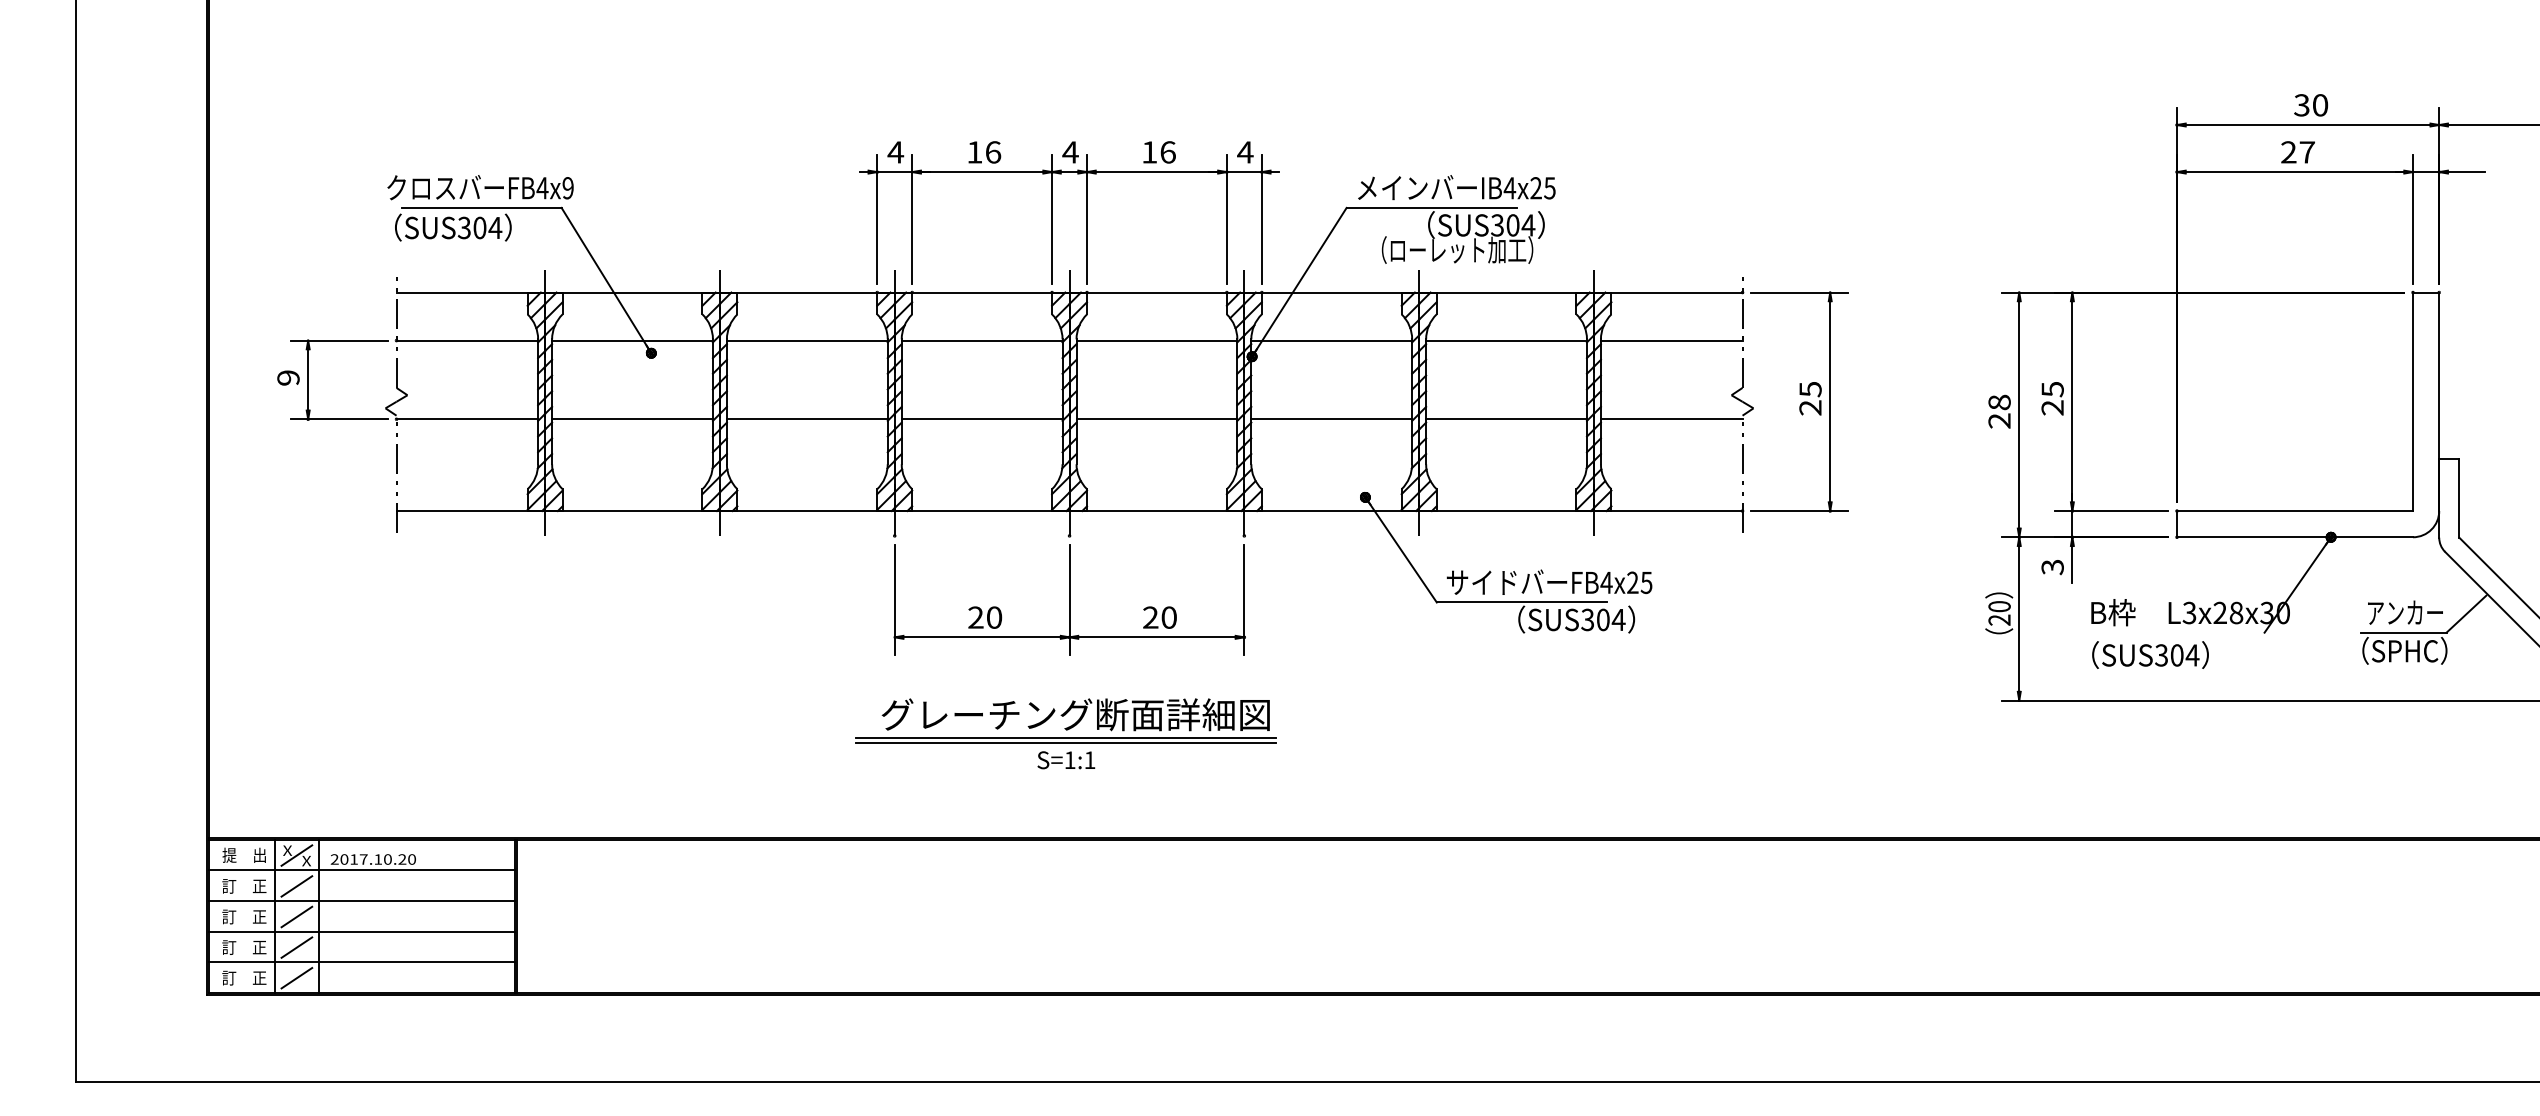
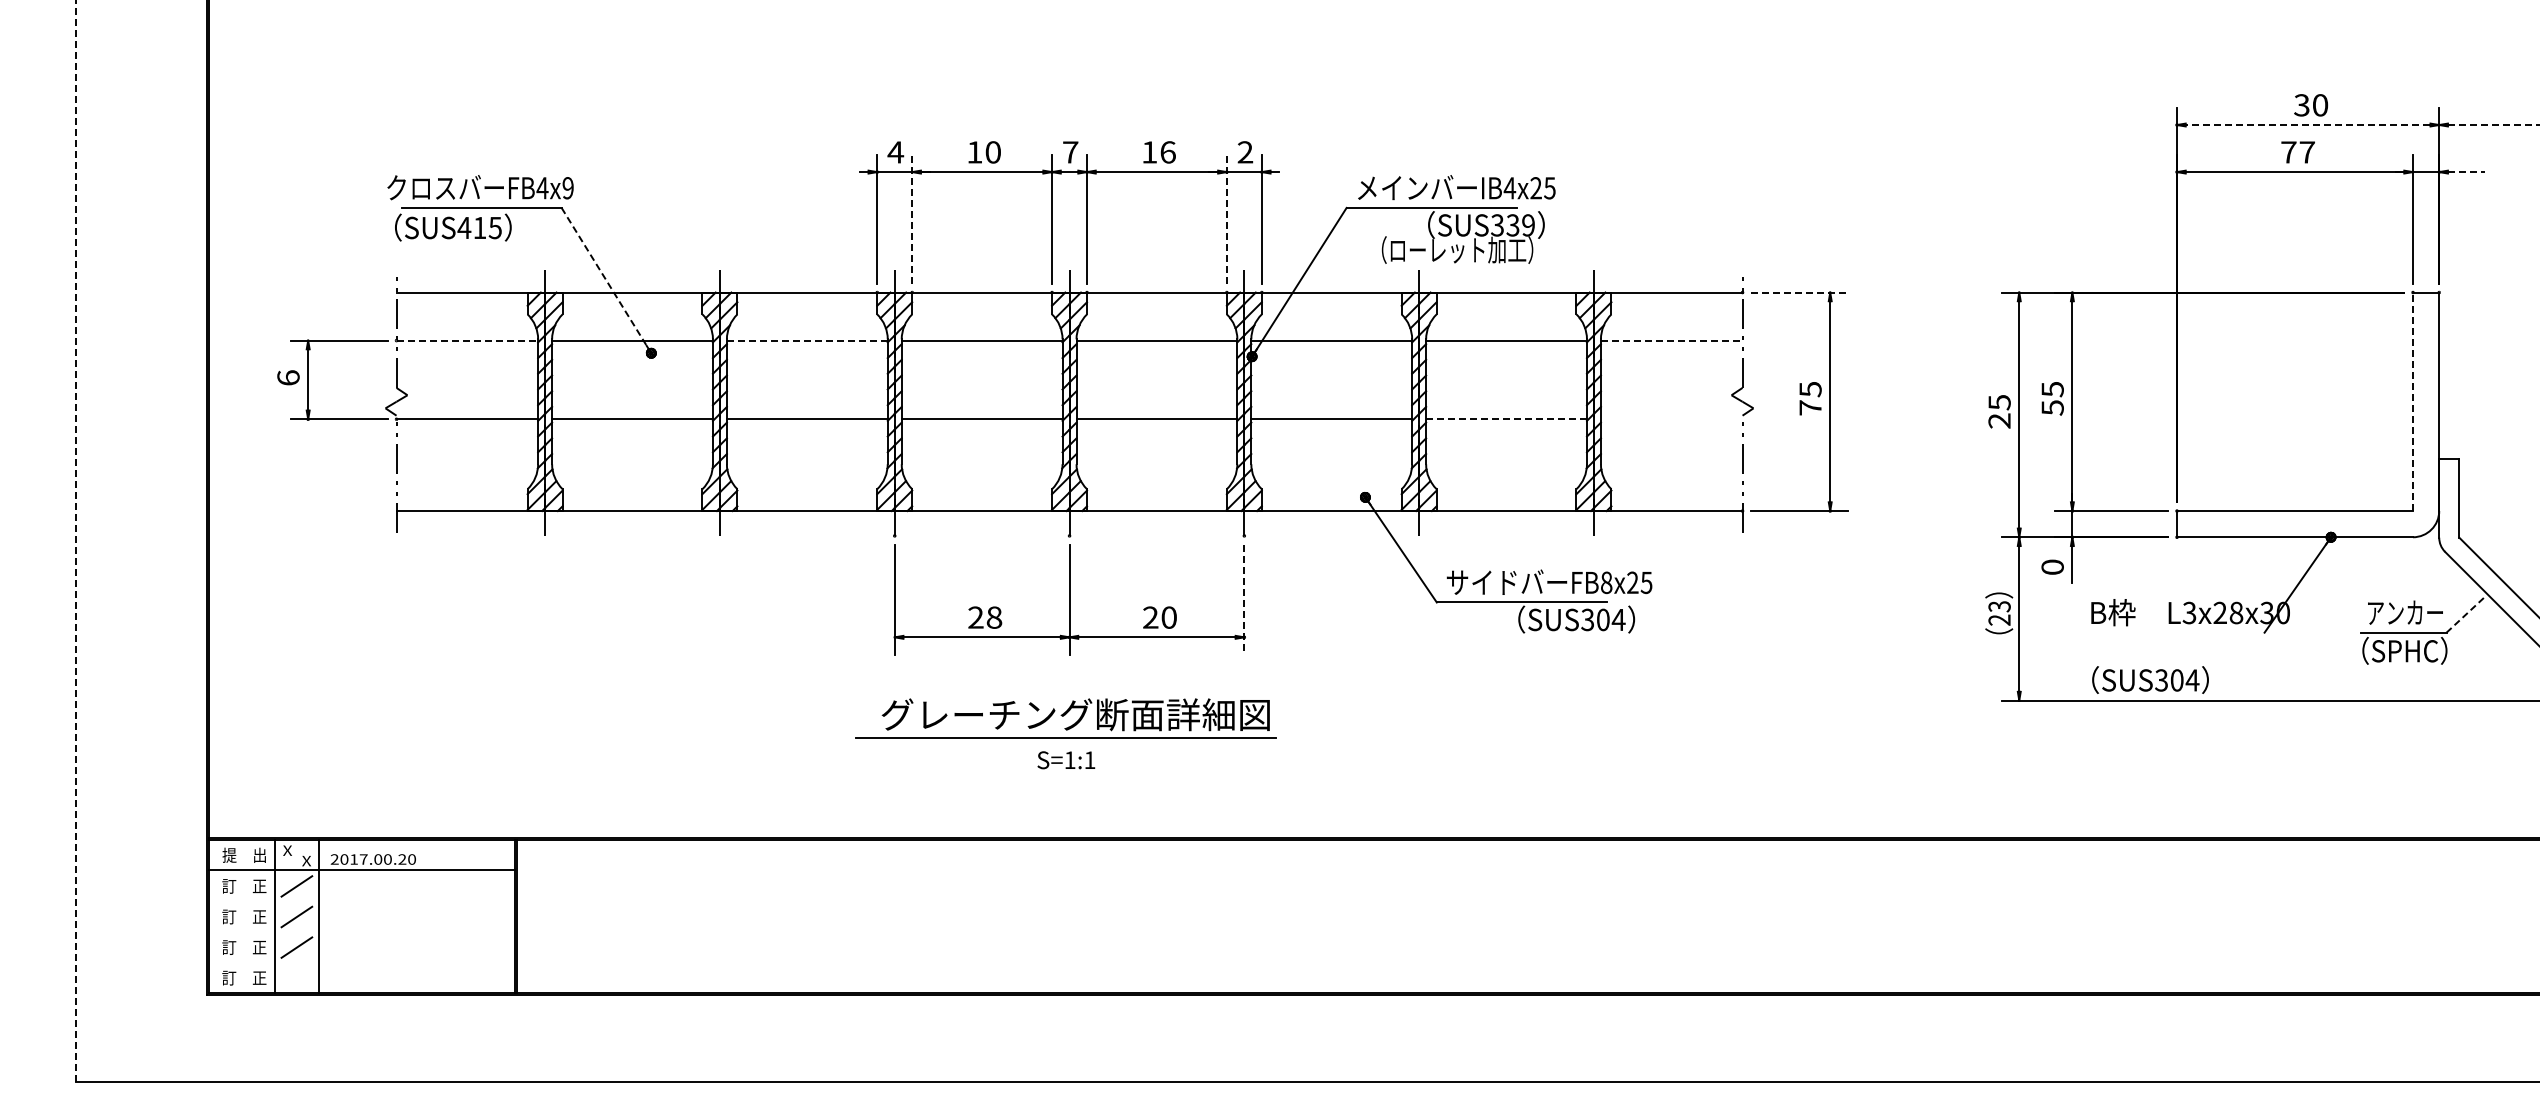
line at (2307, 125): solid -> dashed
line at (2493, 125): solid -> dashed
text at (993, 152): 16 -> 10
text at (1070, 152): 4 -> 7
text at (1245, 152): 4 -> 2
text at (2288, 152): 27 -> 77
line at (2466, 172): solid -> dashed
line at (912, 219): solid -> dashed
line at (1226, 219): solid -> dashed
text at (1520, 225): SUS304 -> SUS339
text at (479, 227): SUS304 -> SUS415
line at (606, 279): solid -> dashed
line at (1800, 292): solid -> dashed
line at (467, 340): solid -> dashed
line at (807, 340): solid -> dashed
line at (1671, 340): solid -> dashed
text at (288, 377): 9 -> 6
line at (2413, 401): solid -> dashed
text at (1999, 402): 28 -> 25
text at (1810, 407): 25 -> 75
text at (2052, 407): 25 -> 55
line at (1507, 419): solid -> dashed
line at (1671, 419): present -> none
line at (76, 541): solid -> dashed
text at (2052, 567): 3 -> 0
text at (1606, 582): FB4x25 -> FB8x25
line at (1244, 600): solid -> dashed
text at (1999, 606): 20 -> 23
line at (2466, 613): solid -> dashed
text at (994, 617): 20 -> 28
text at (2150, 654) position: (2150, 654) -> (2150, 679)
line at (1065, 742): present -> none
line at (296, 855): present -> none
text at (378, 859): 2017.10.20 -> 2017.00.20
line at (362, 901): present -> none
line at (362, 931): present -> none
line at (362, 962): present -> none
line at (296, 977): present -> none
